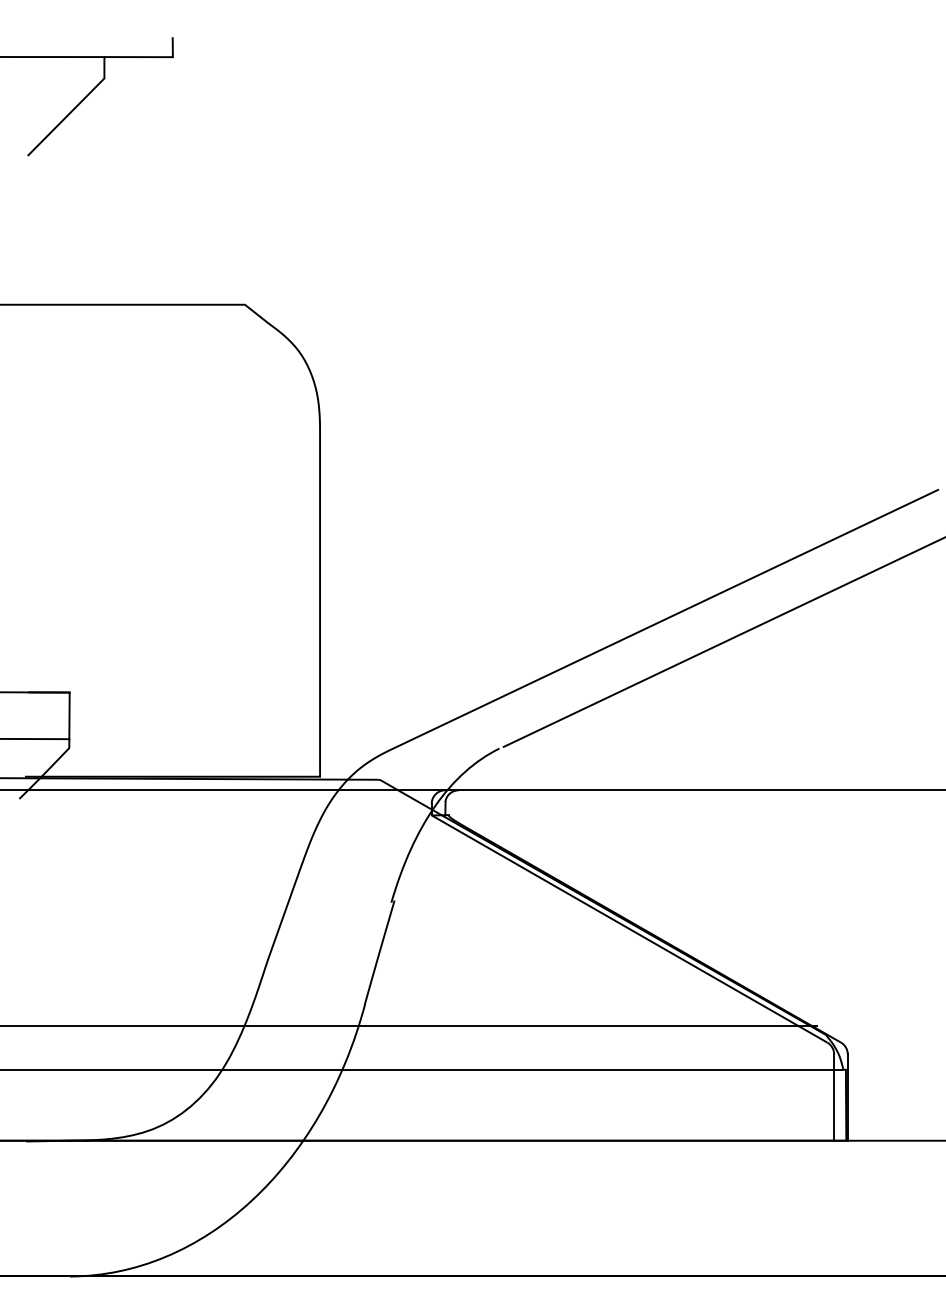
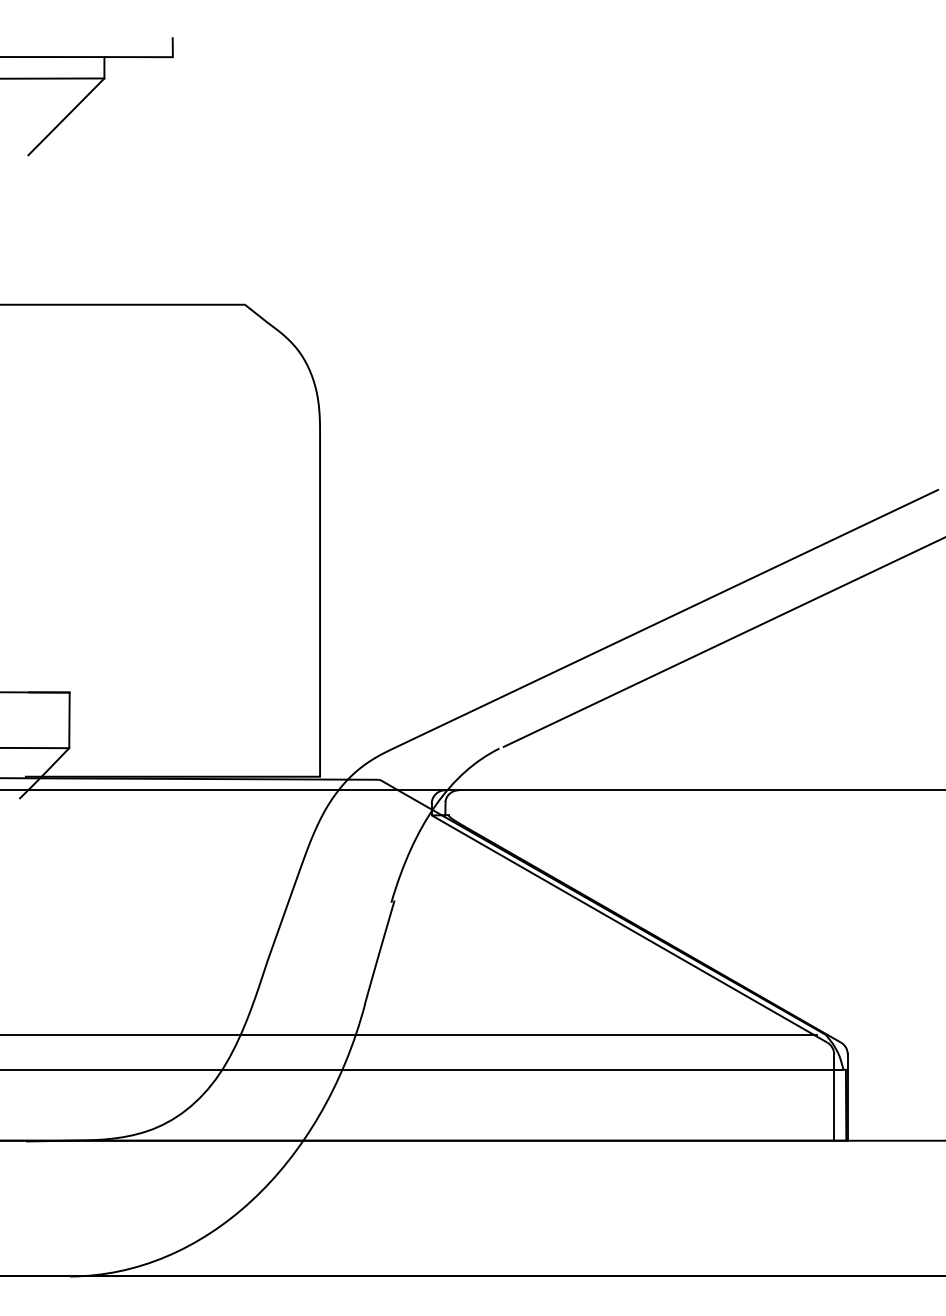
line at (53, 78): none -> present
line at (35, 738) position: (35, 738) -> (35, 747)
line at (409, 1025) position: (409, 1025) -> (409, 1034)
